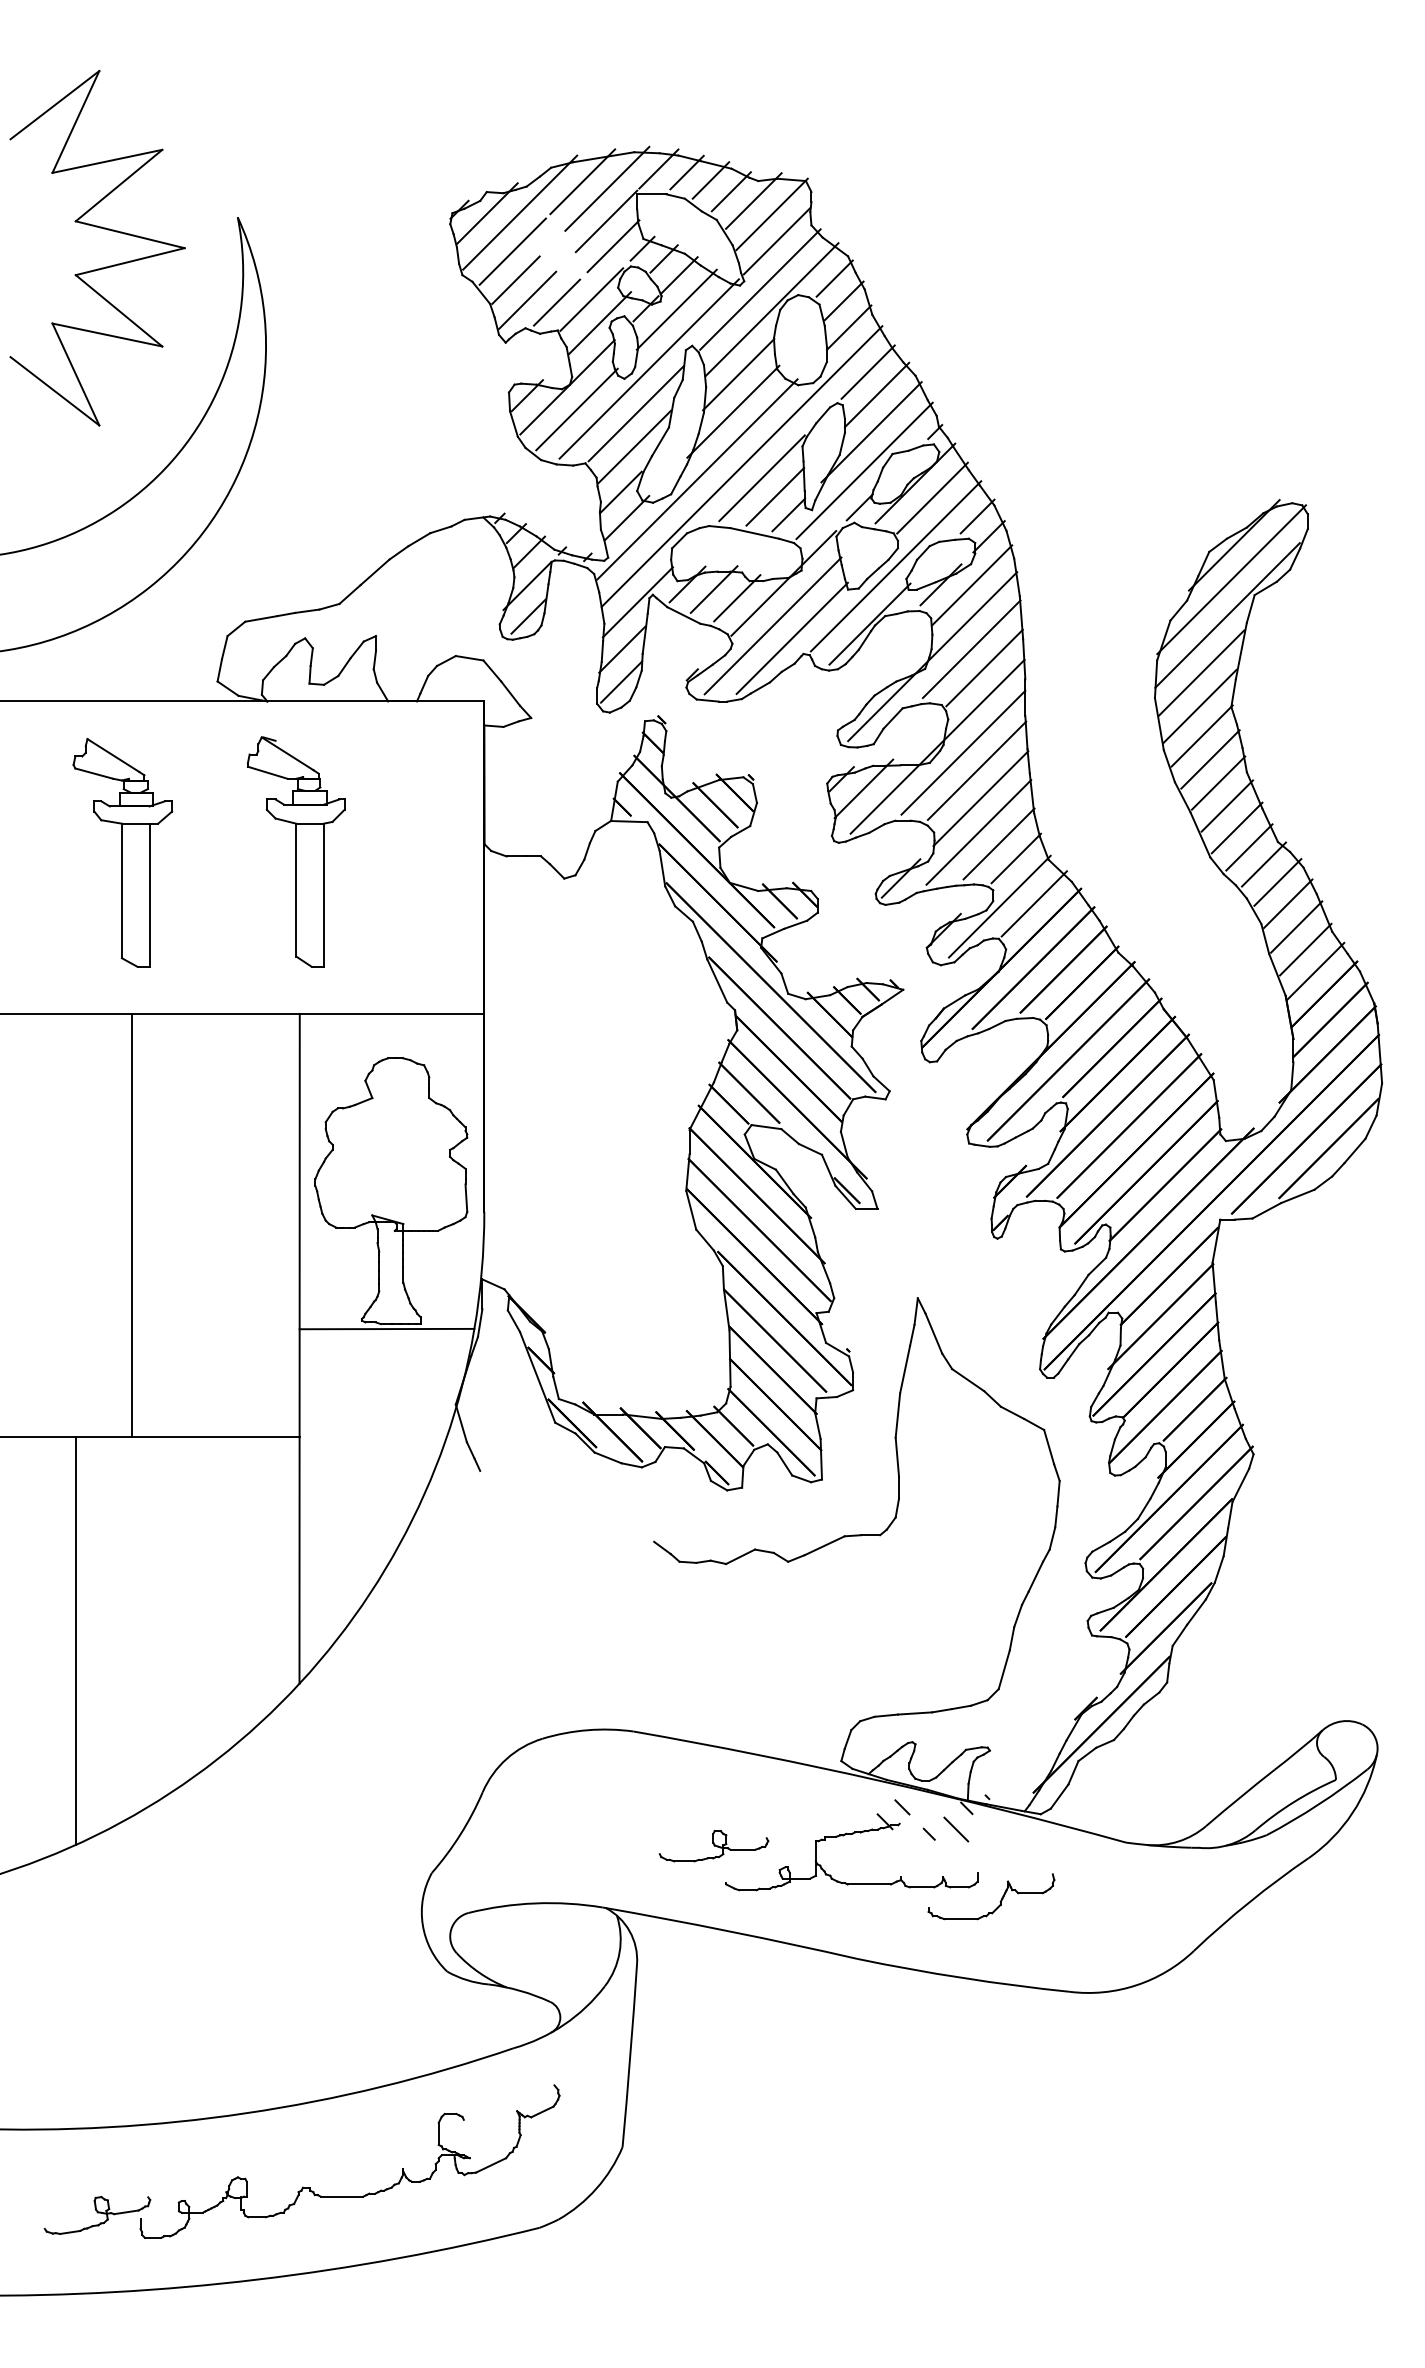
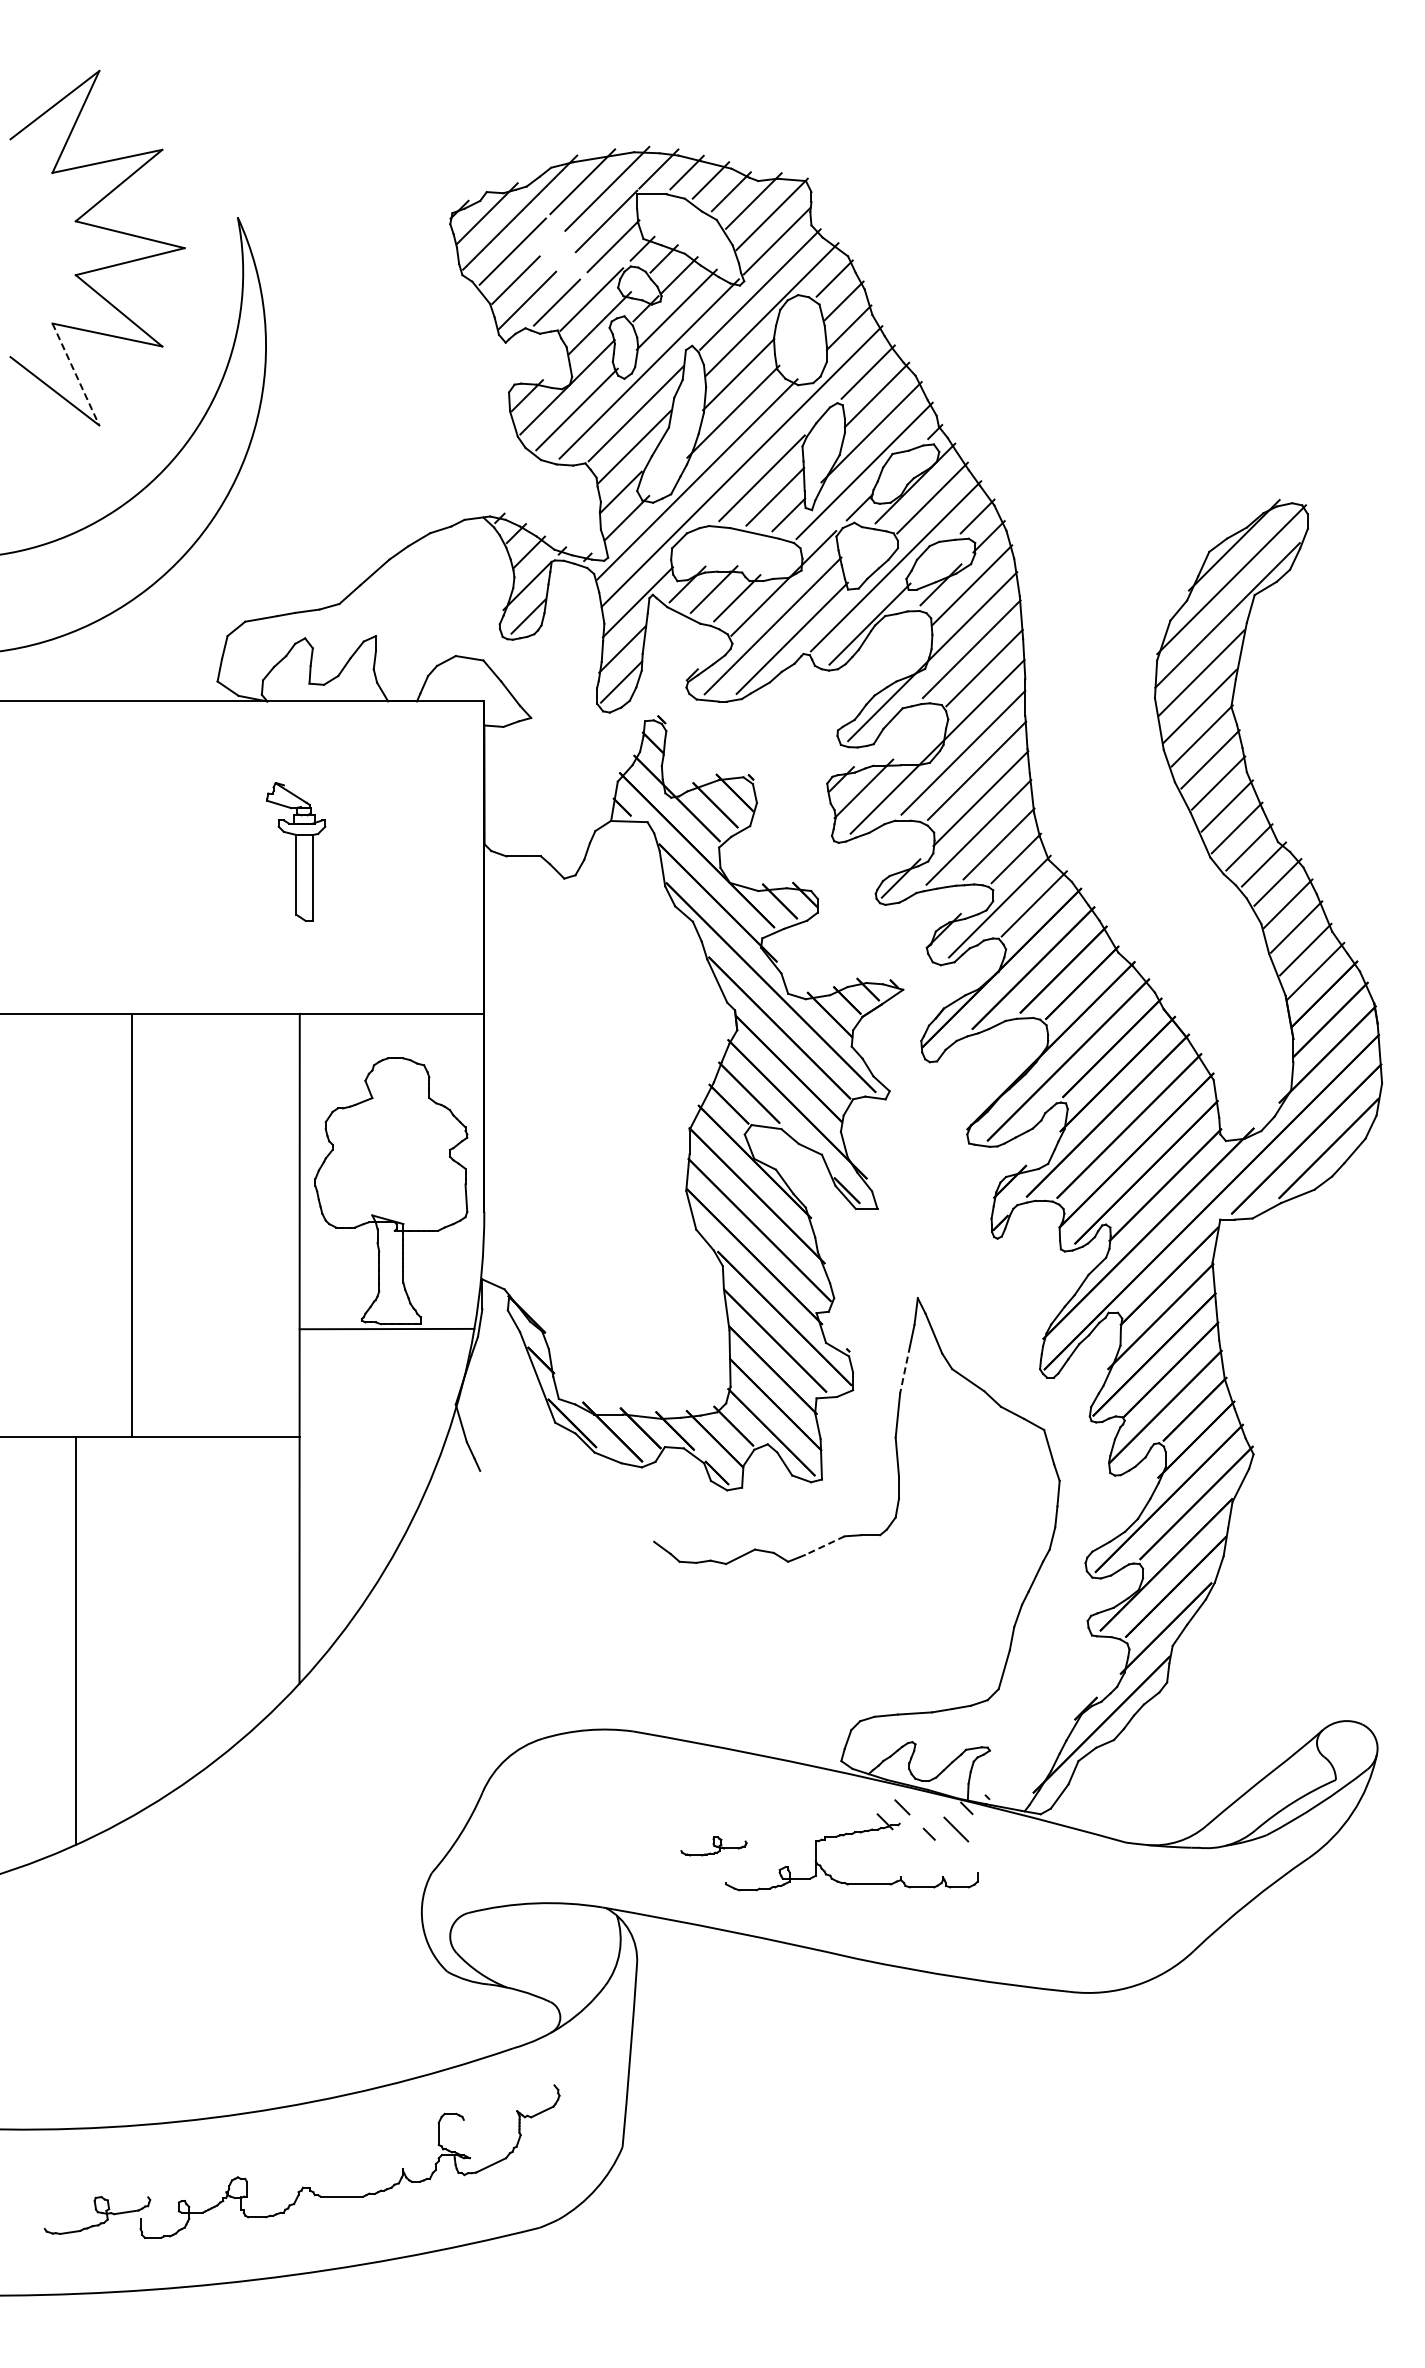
line at (76, 374): solid -> dashed
part at (296, 851) size: 99x232 px -> 61x140 px
part at (122, 852): present -> none
line at (905, 1370): solid -> dashed
line at (824, 1545): solid -> dashed
part at (713, 1846) size: 112x33 px -> 68x21 px
part at (1000, 1900): present -> none
